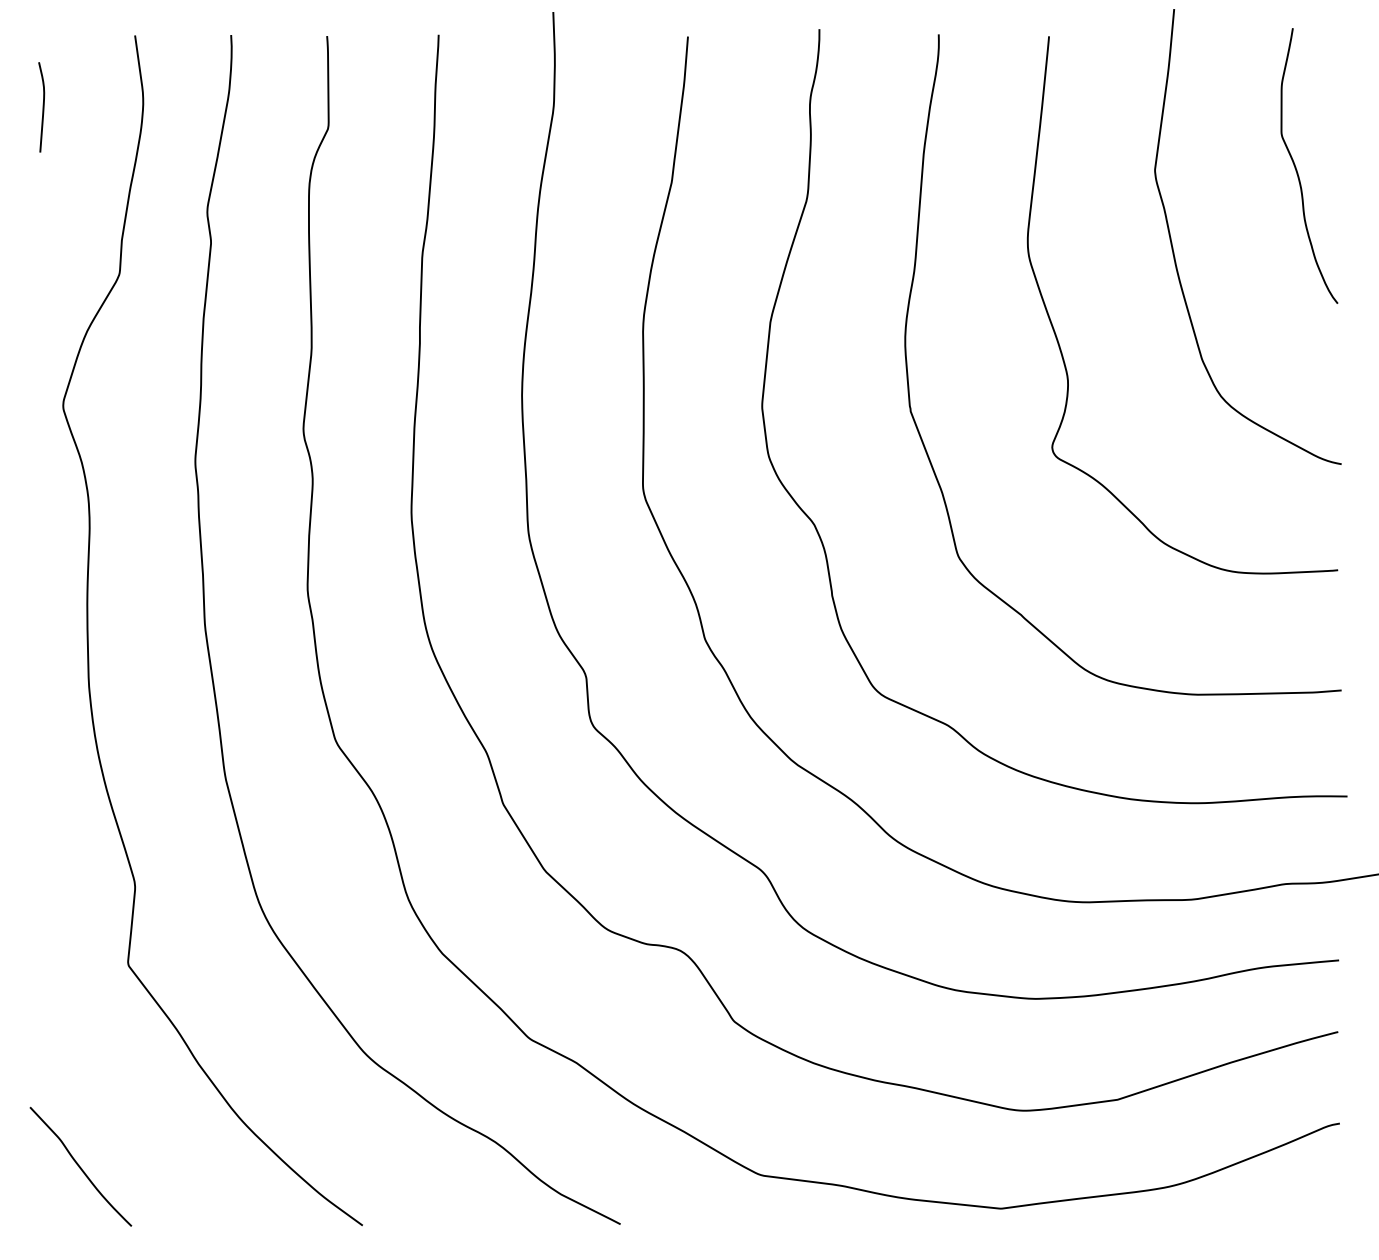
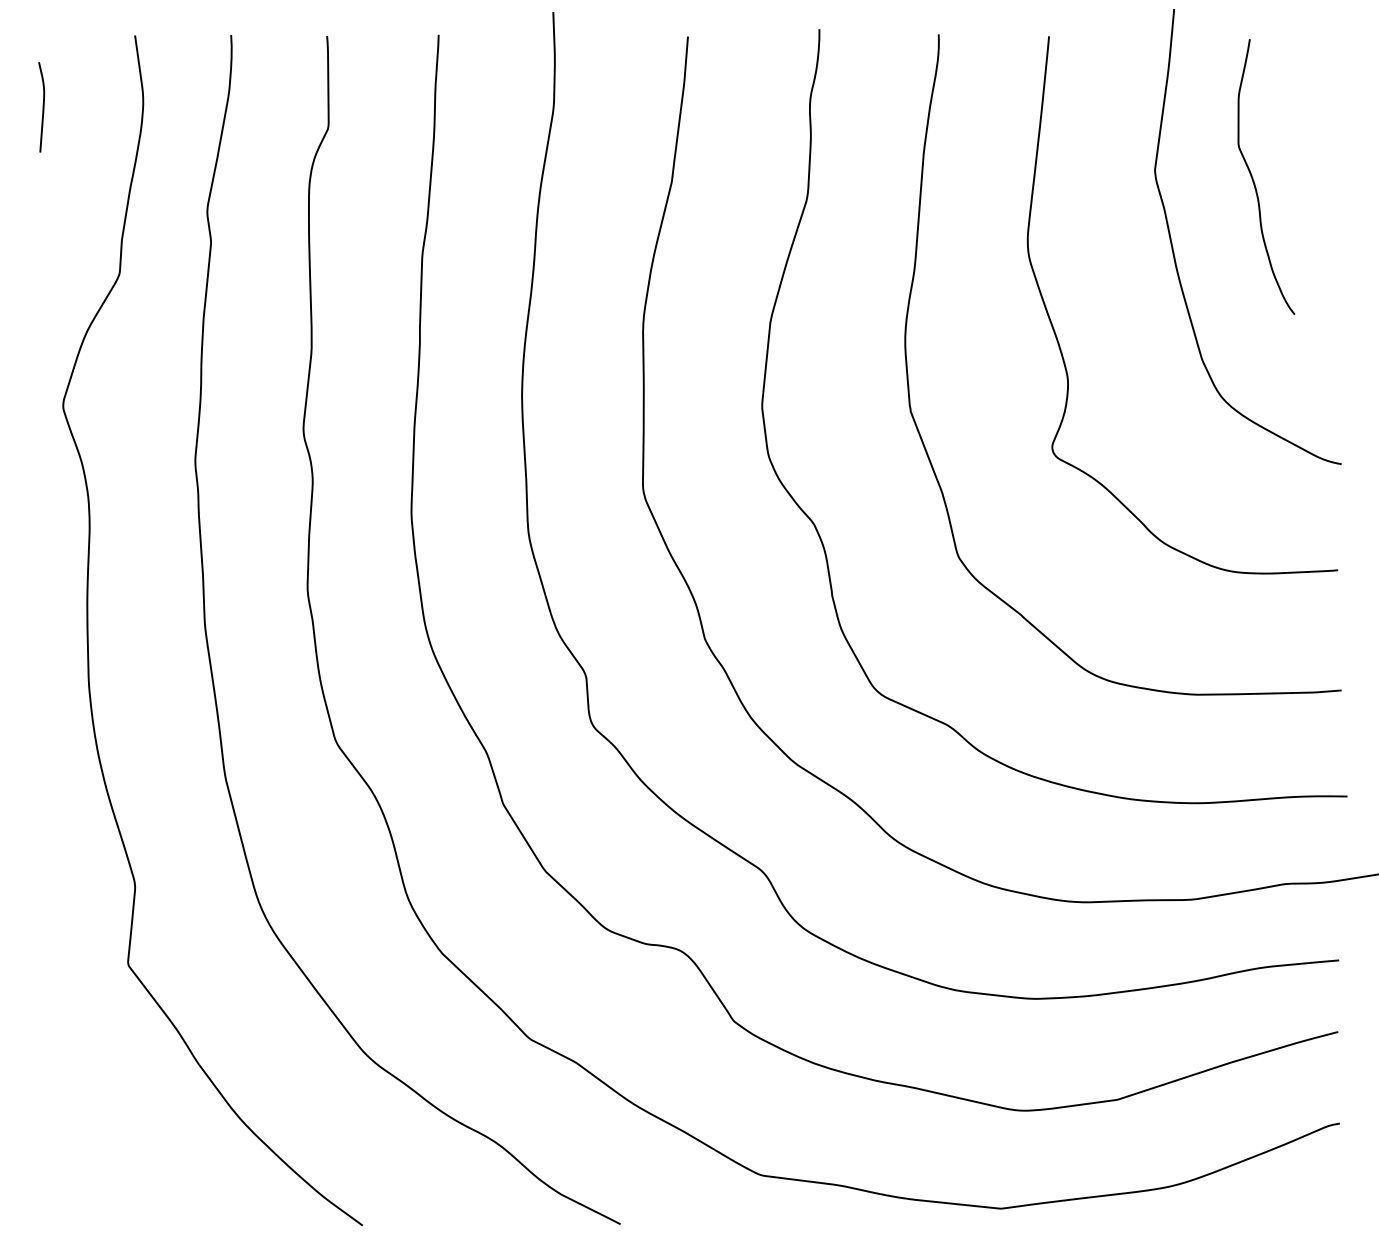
curve at (1297, 169) position: (1297, 169) -> (1254, 180)
curve at (80, 1166): present -> none
